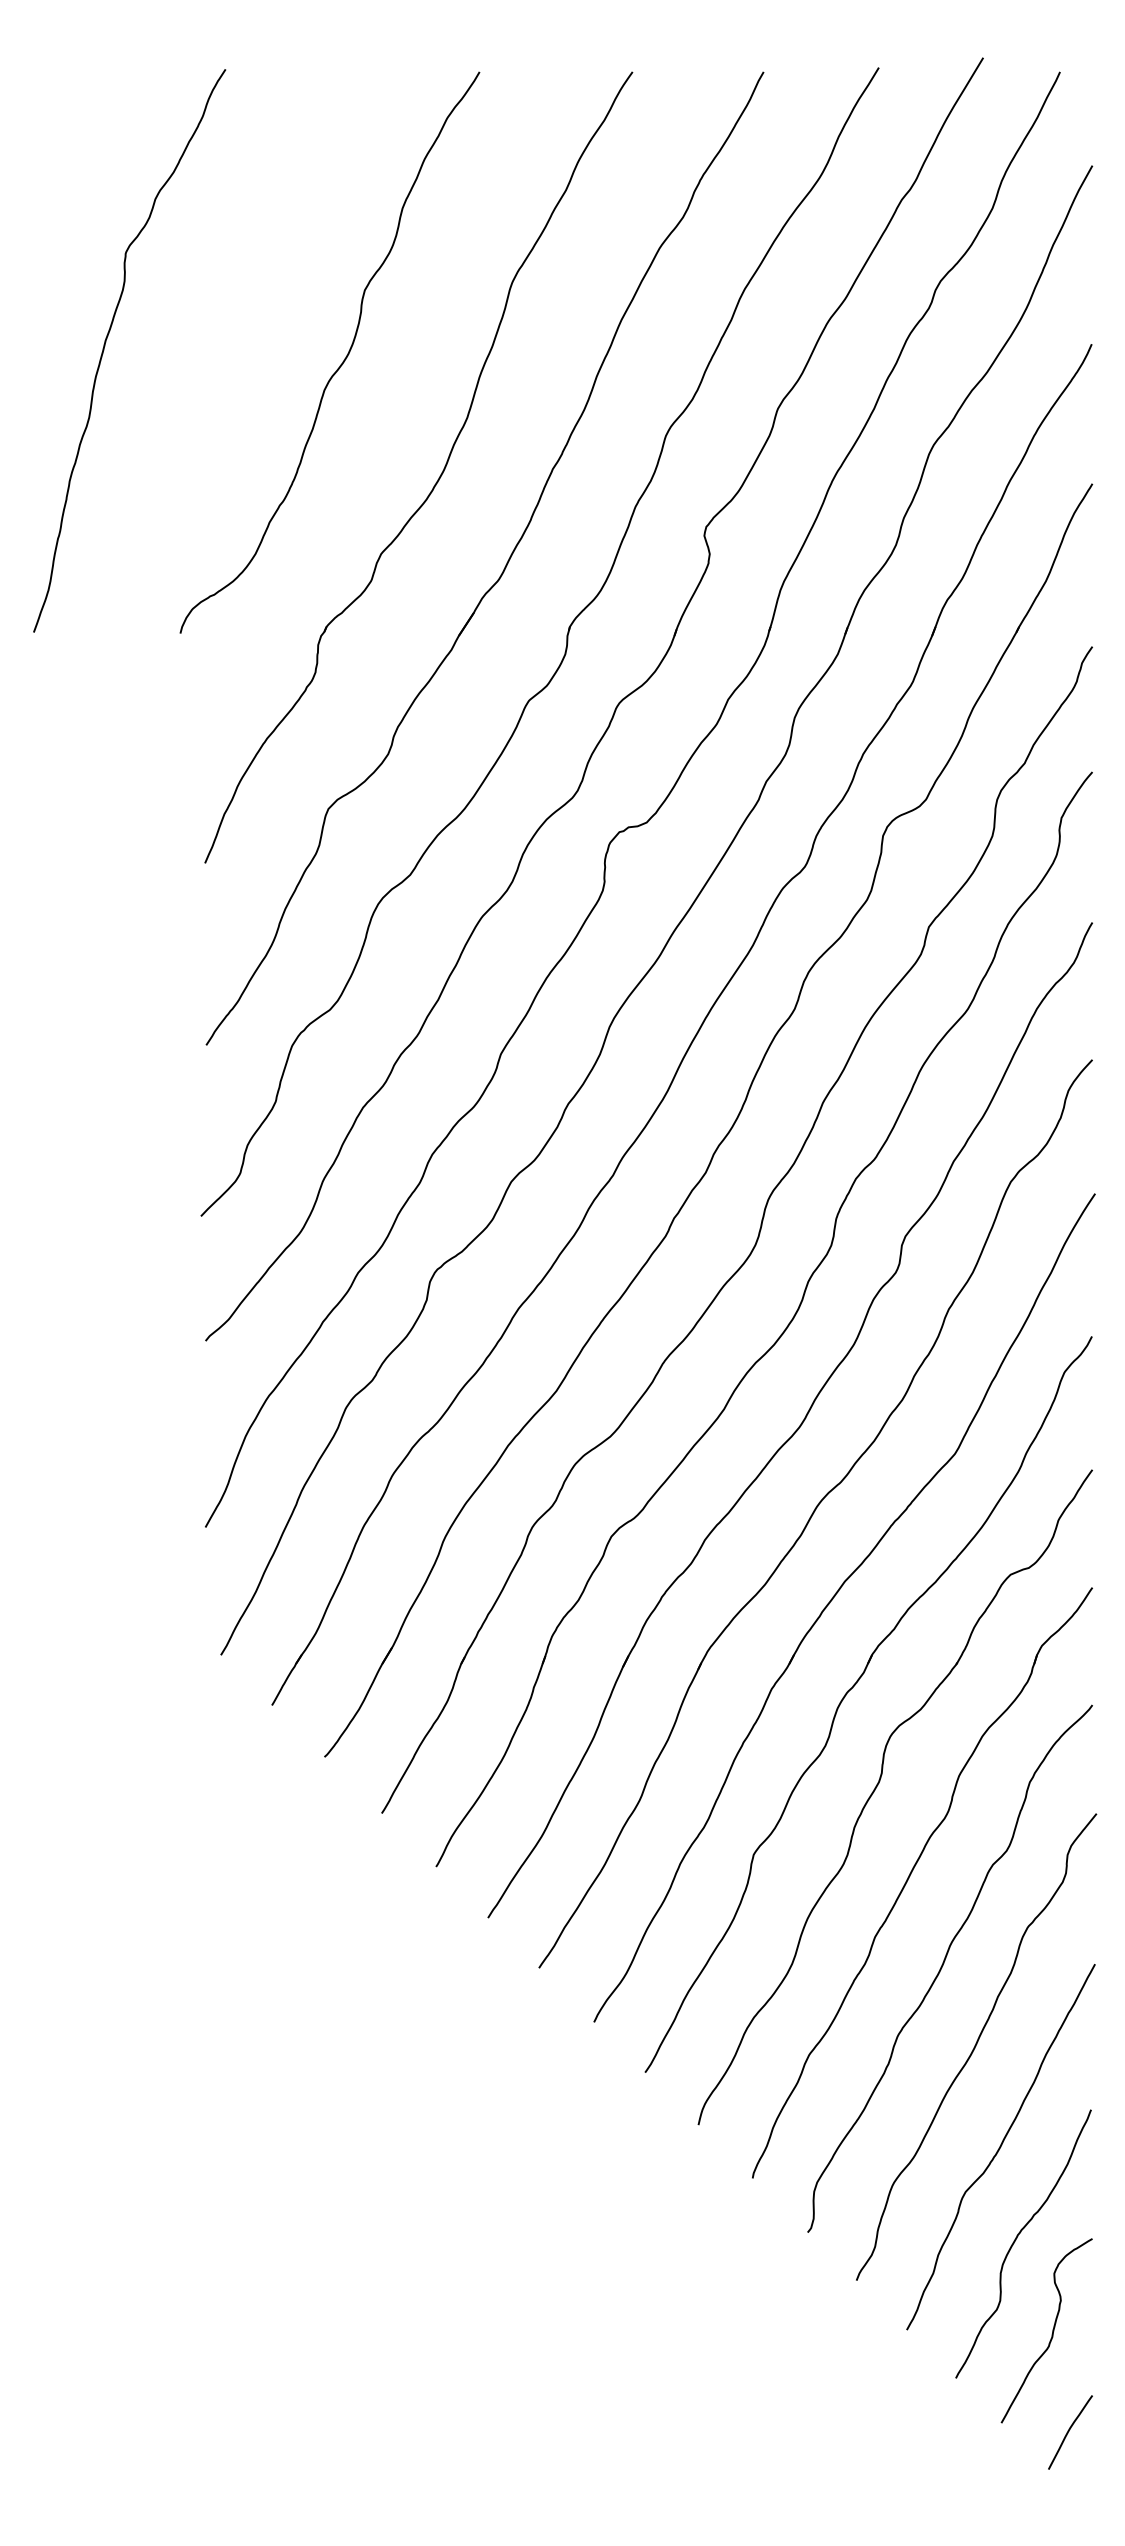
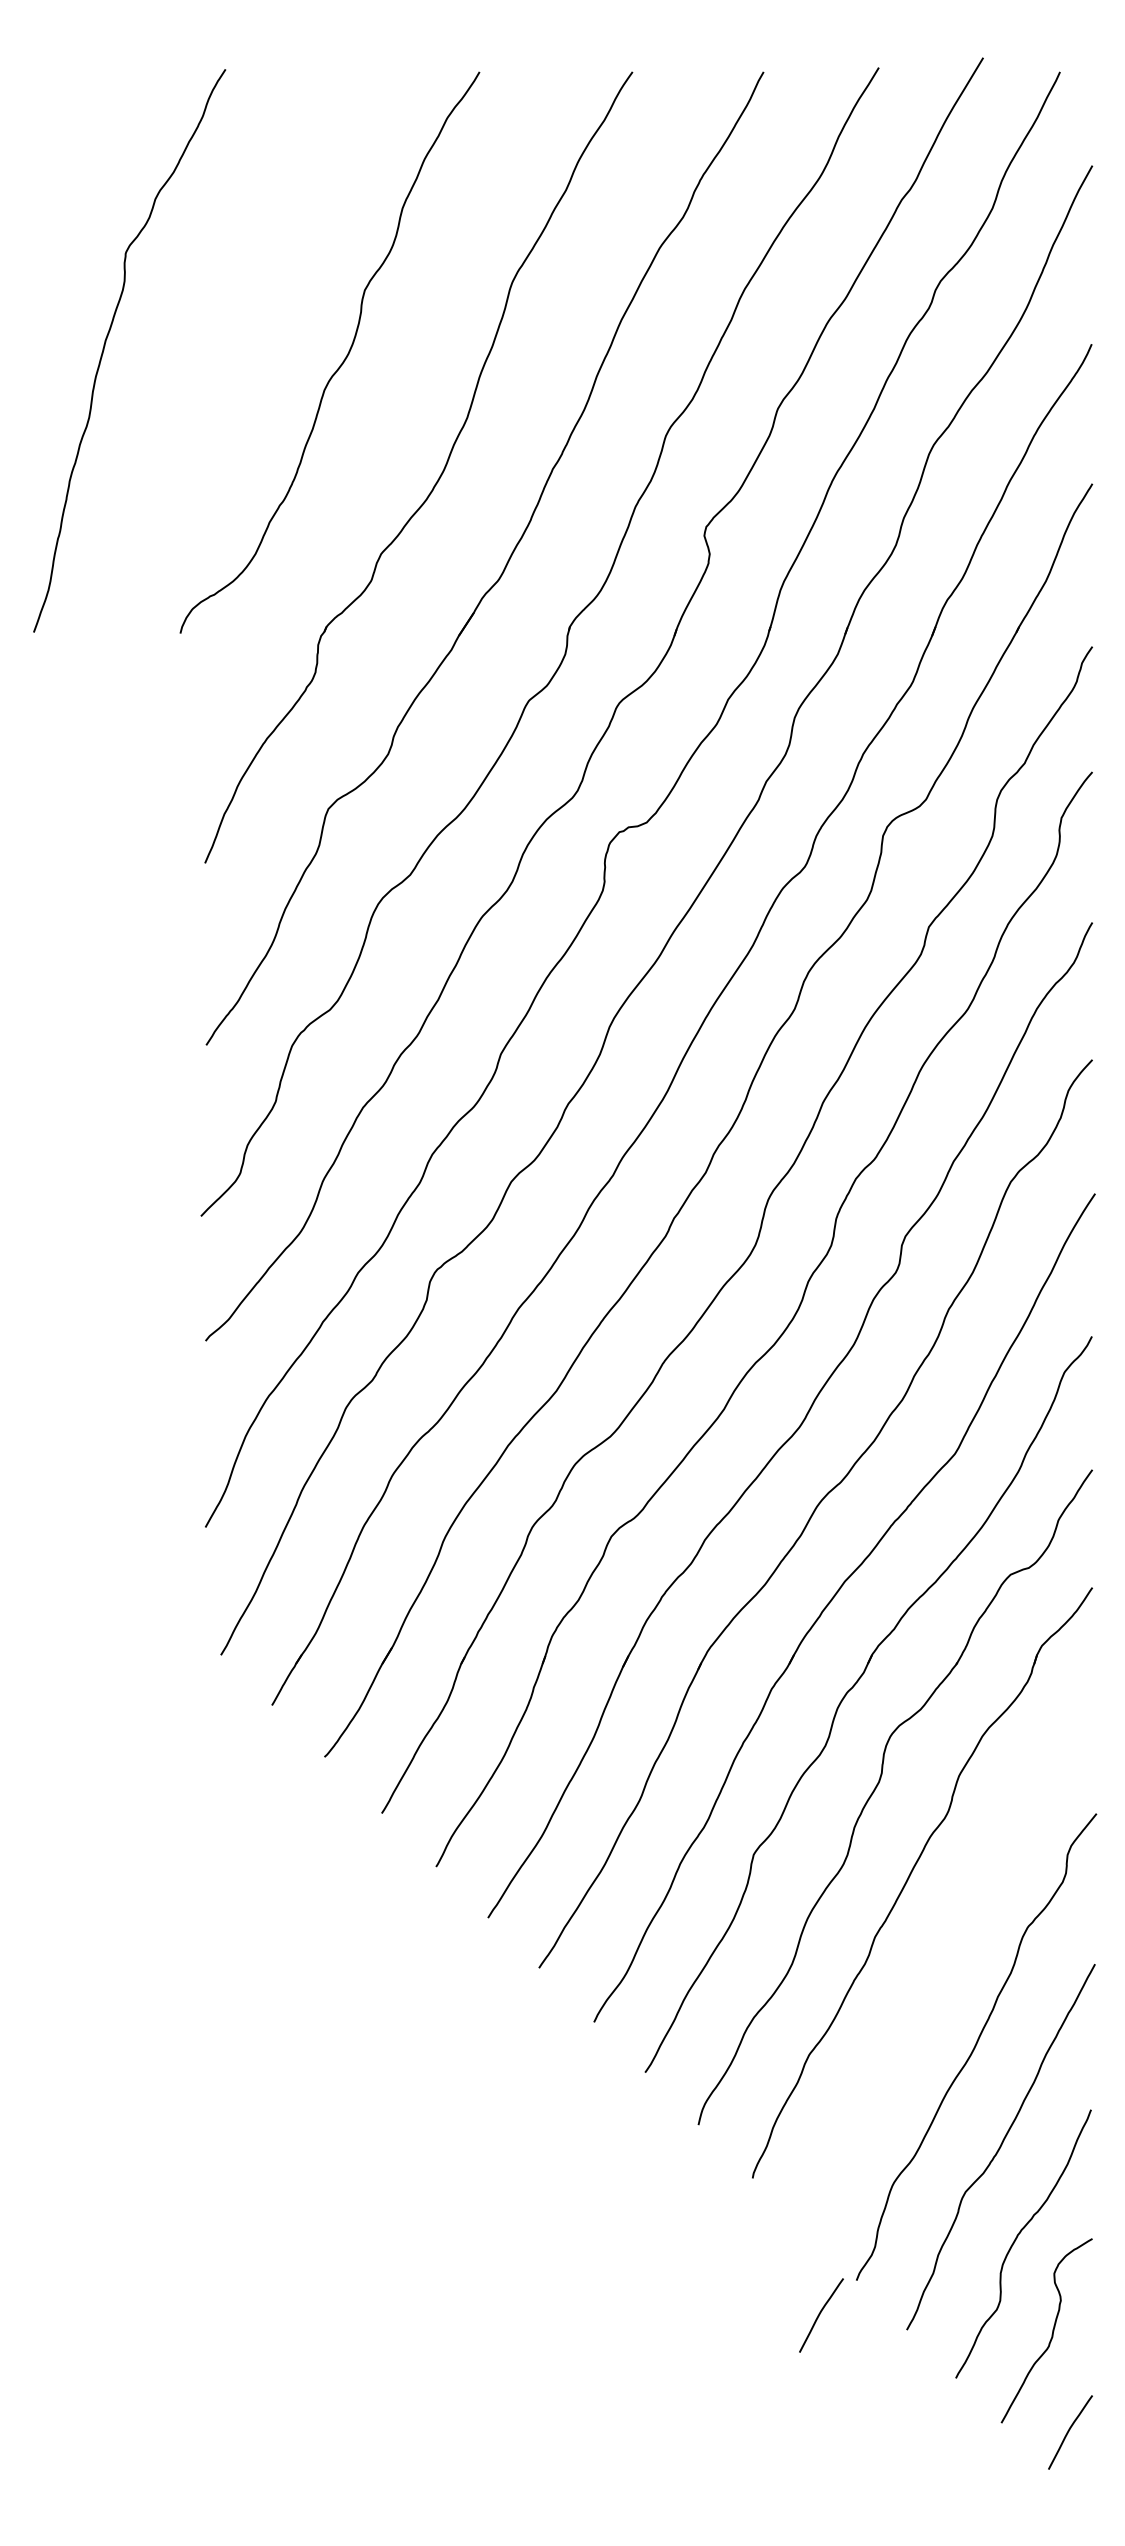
curve at (943, 1965): present -> none
curve at (820, 2314): none -> present
